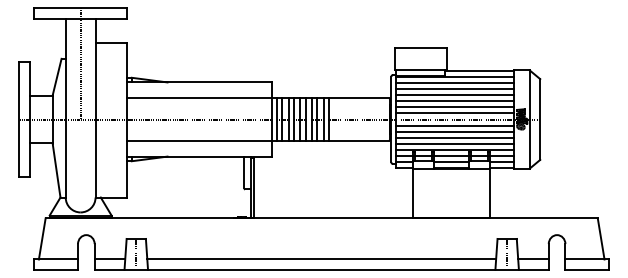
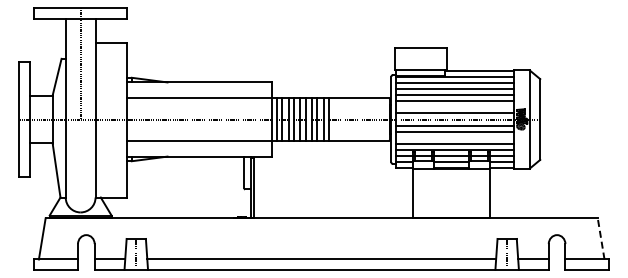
line at (454, 107): present -> none
line at (454, 137): present -> none
line at (601, 238): solid -> dashed
